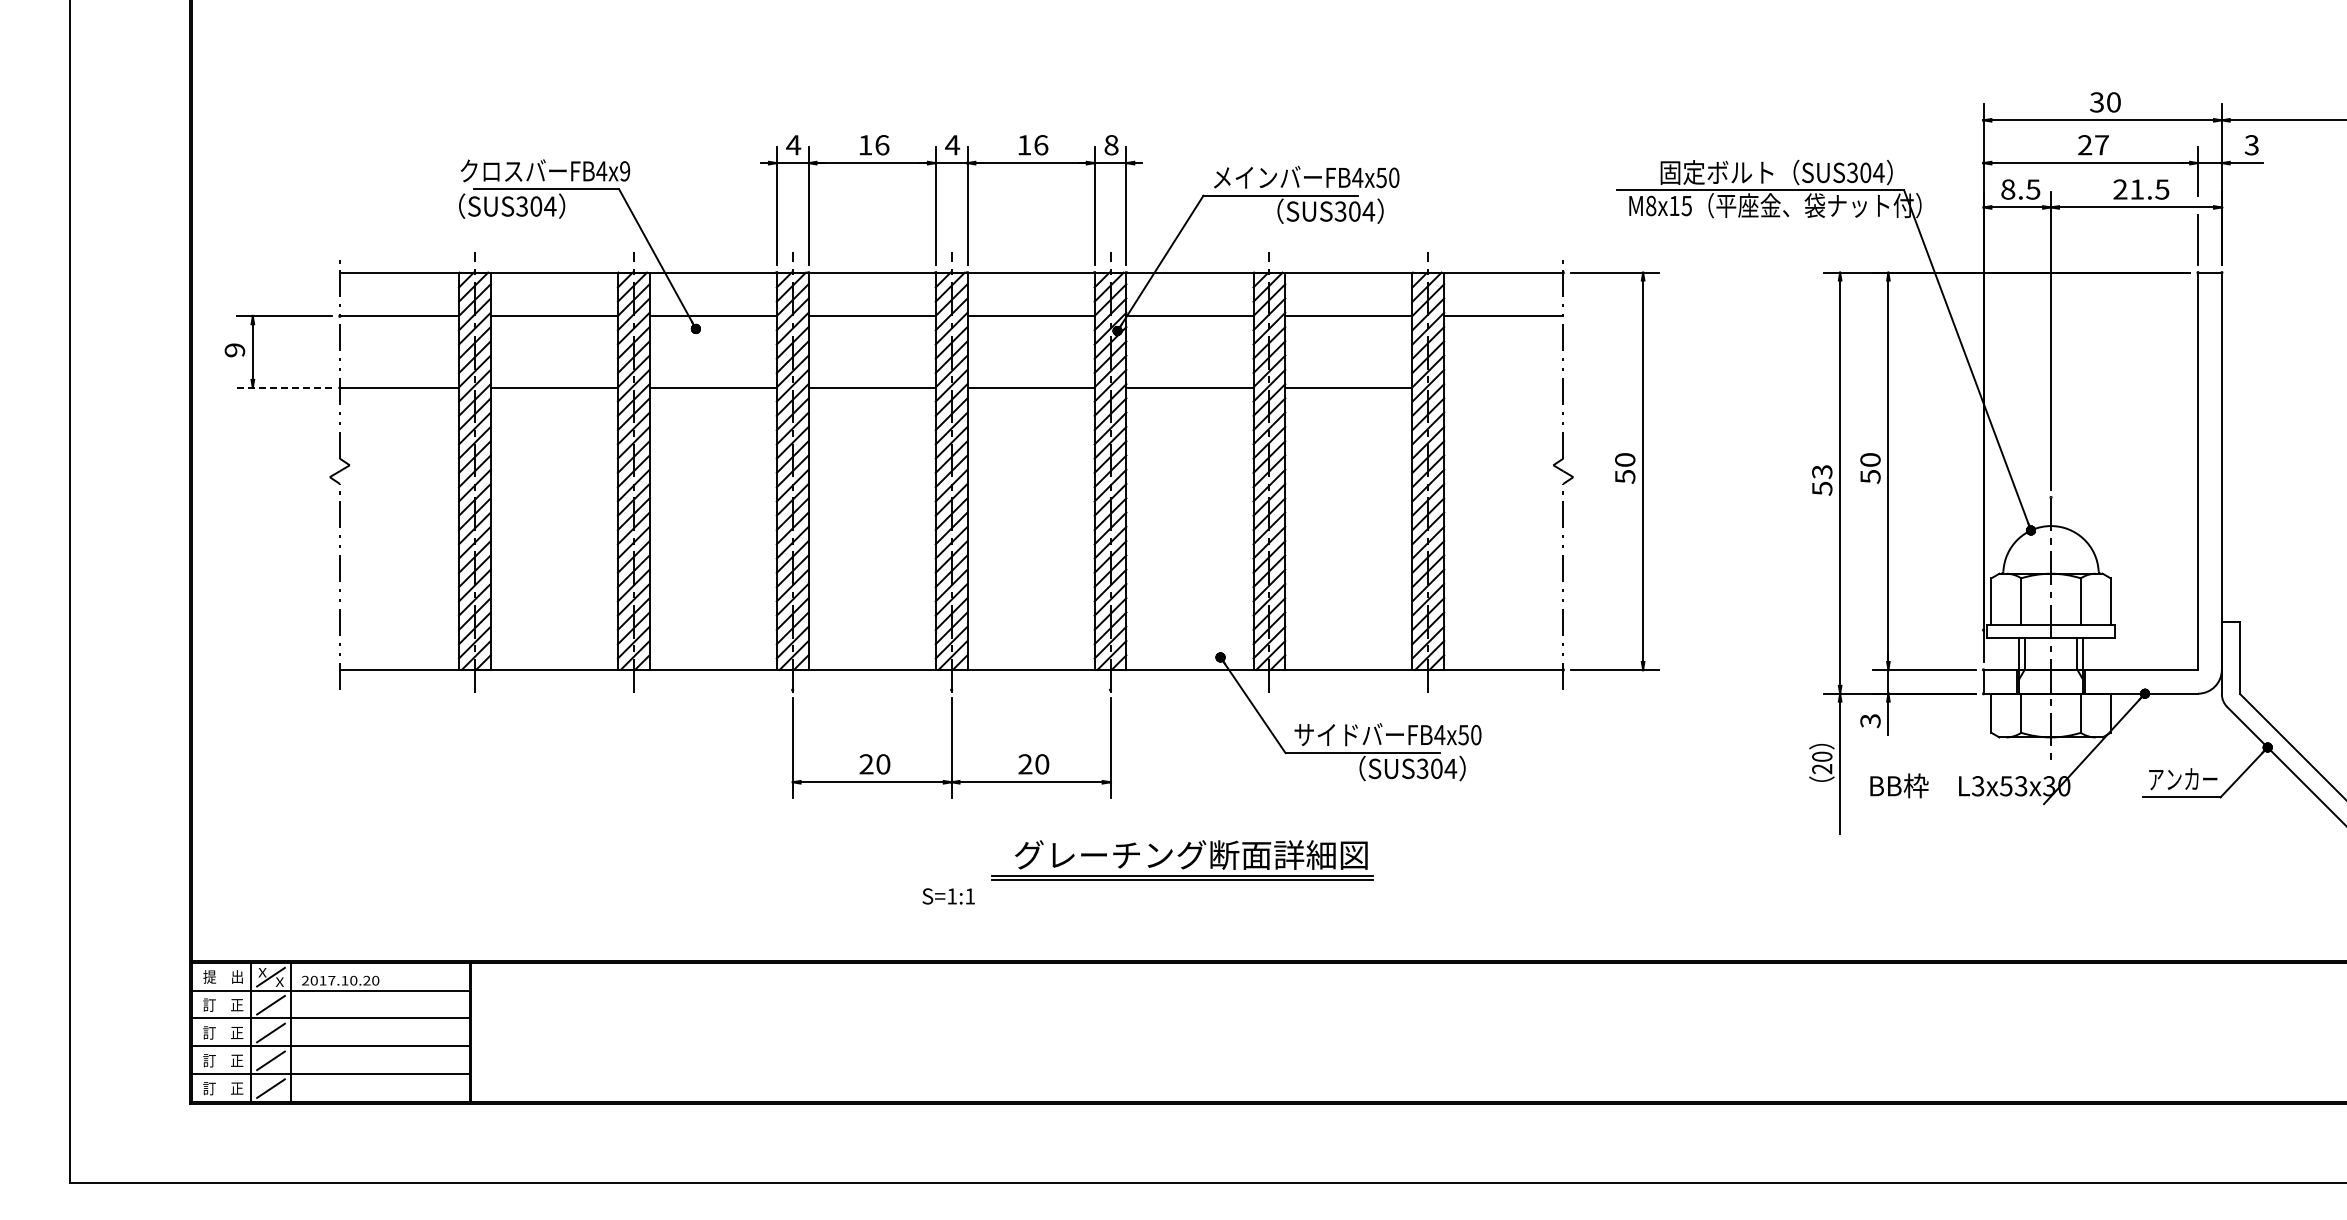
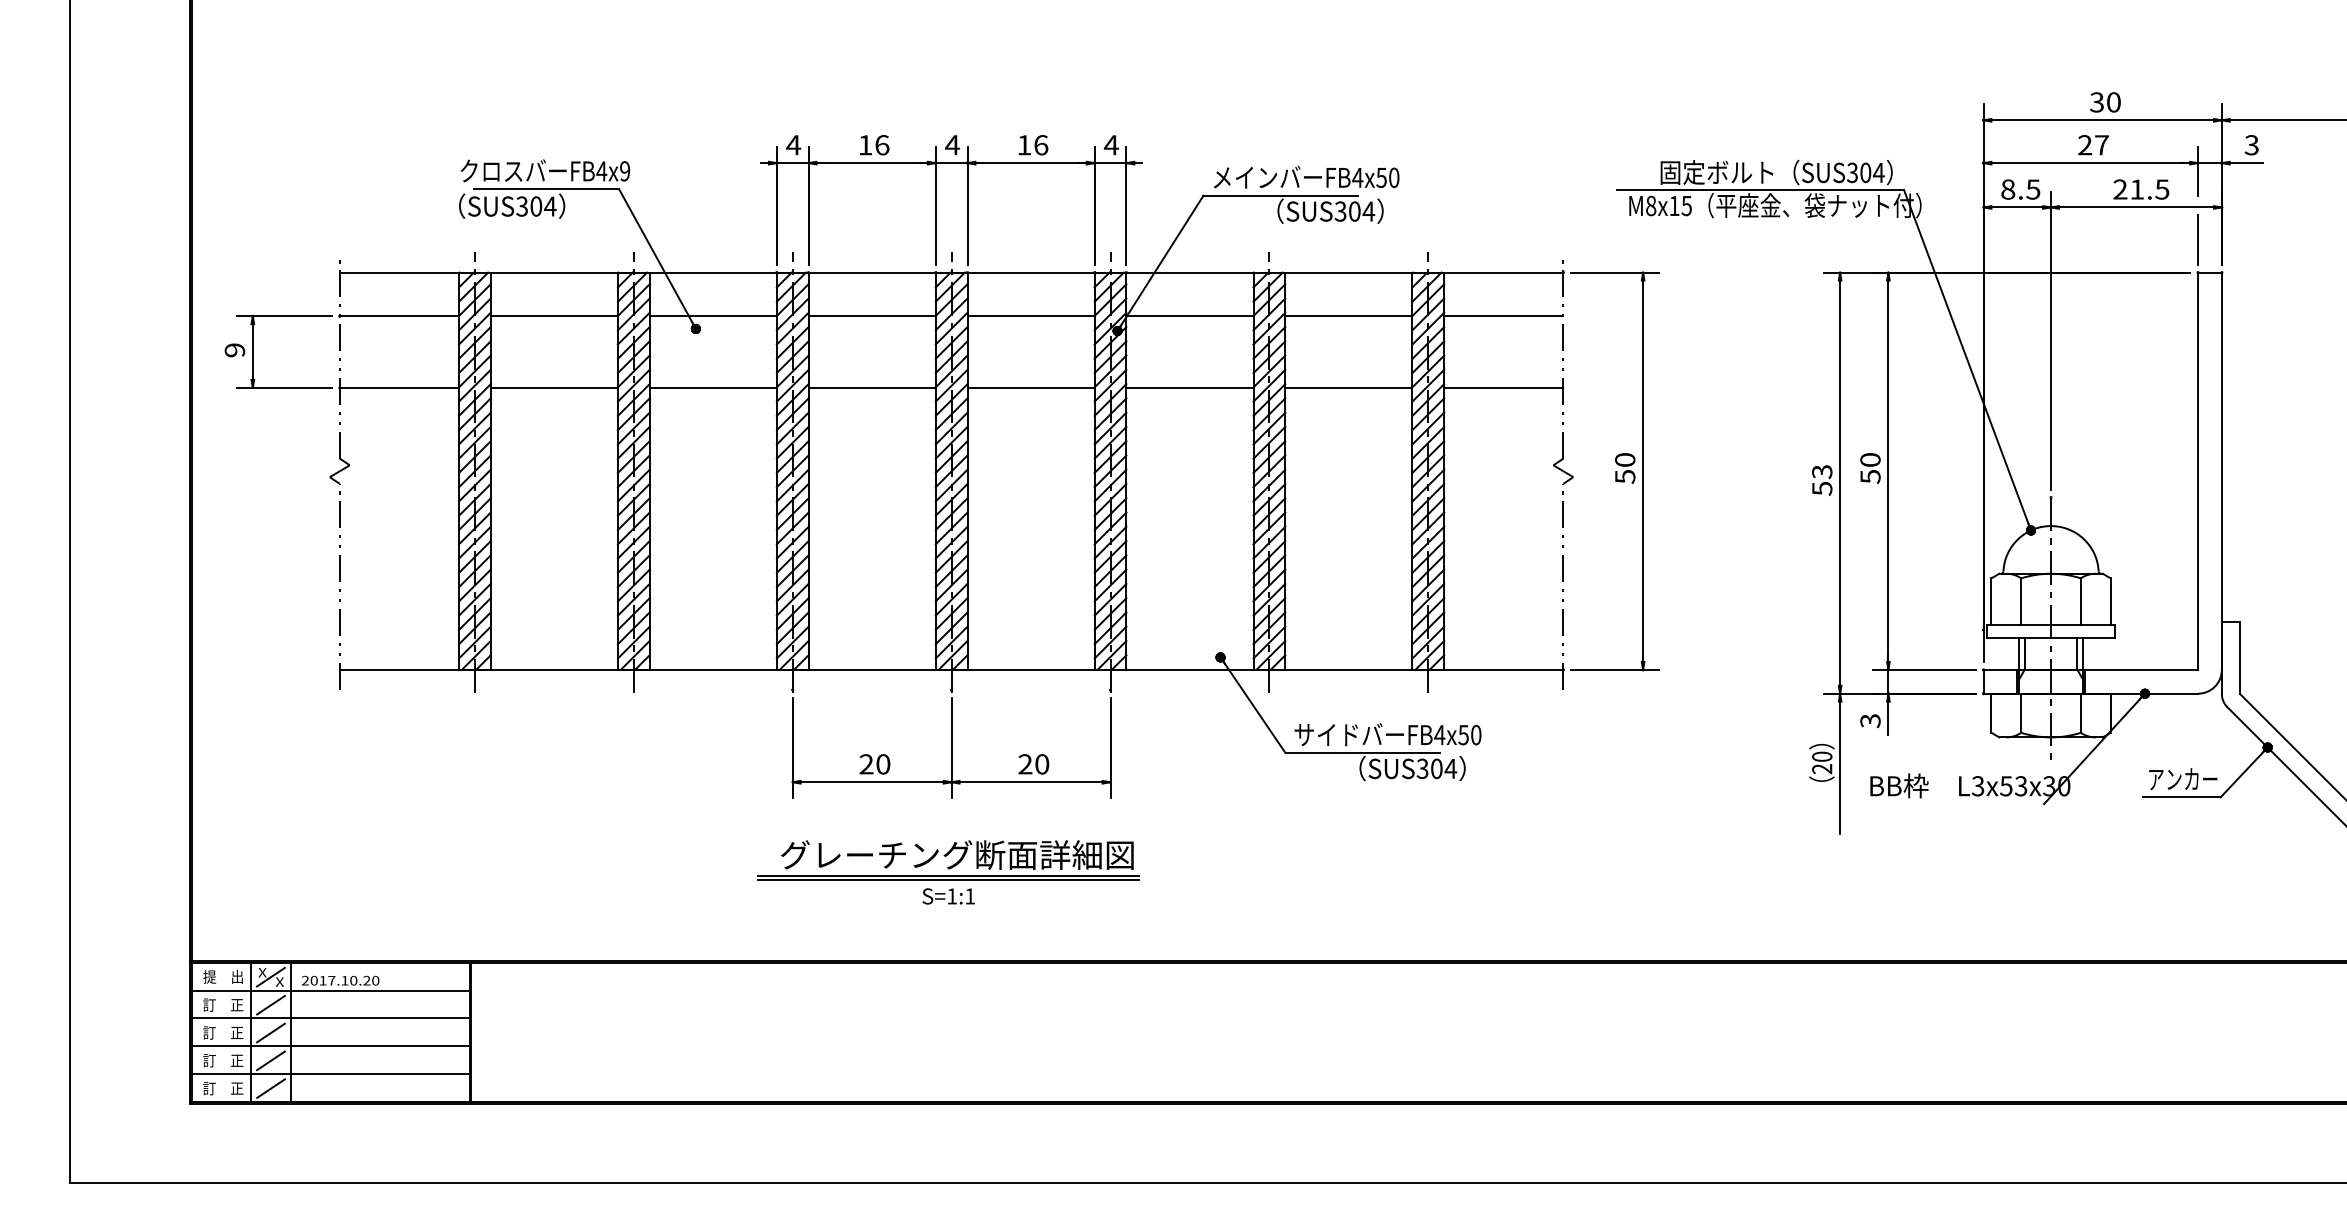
text at (1110, 145): 8 -> 4
line at (283, 387): dashed -> solid
line at (1503, 387): none -> present
part at (1182, 860) position: (1182, 860) -> (948, 860)
